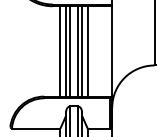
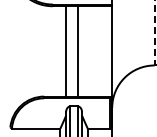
line at (154, 33): solid -> dashed
line at (60, 51): present -> none
line at (70, 51): present -> none
line at (82, 51): present -> none
line at (87, 51): present -> none
